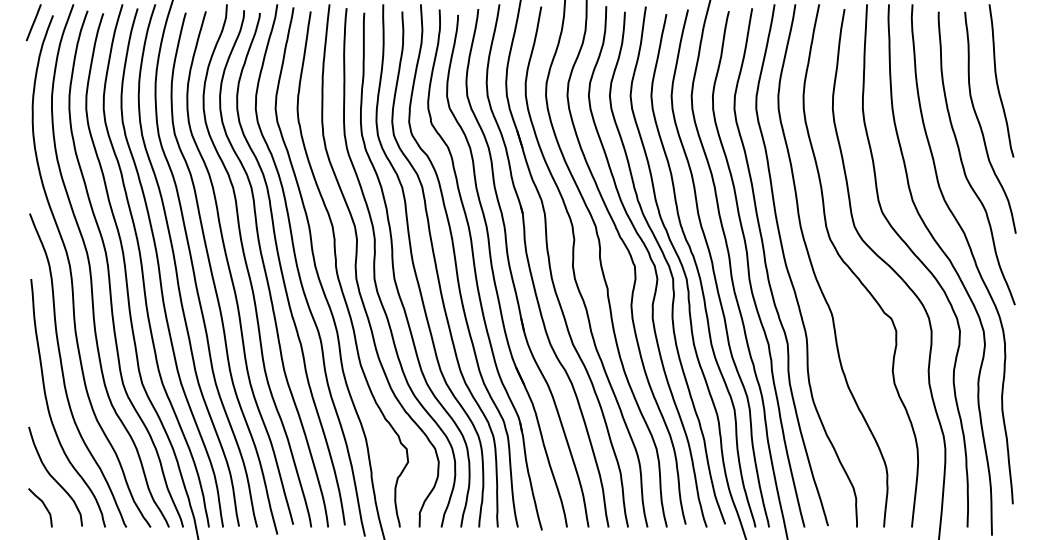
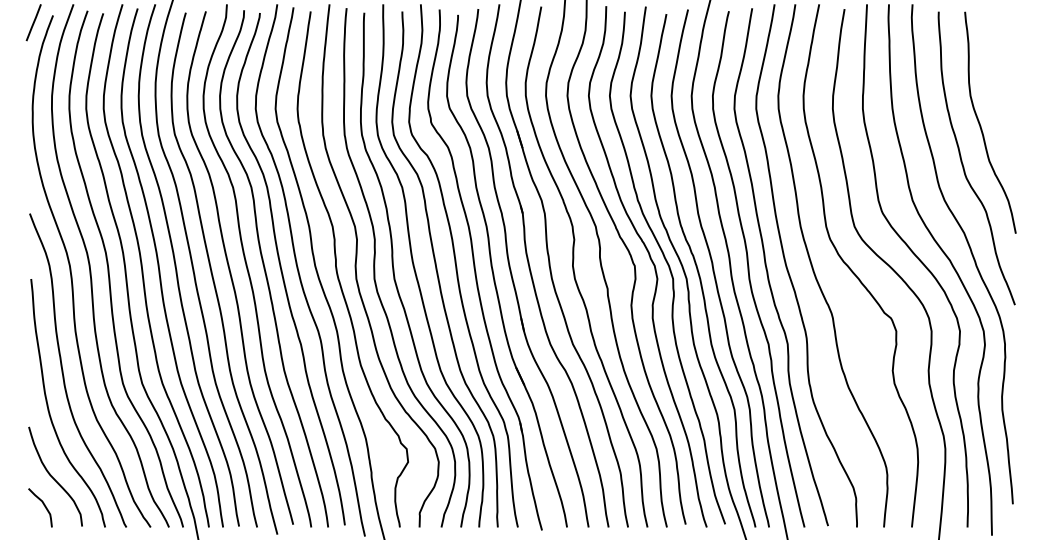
curve at (997, 80): present -> none
